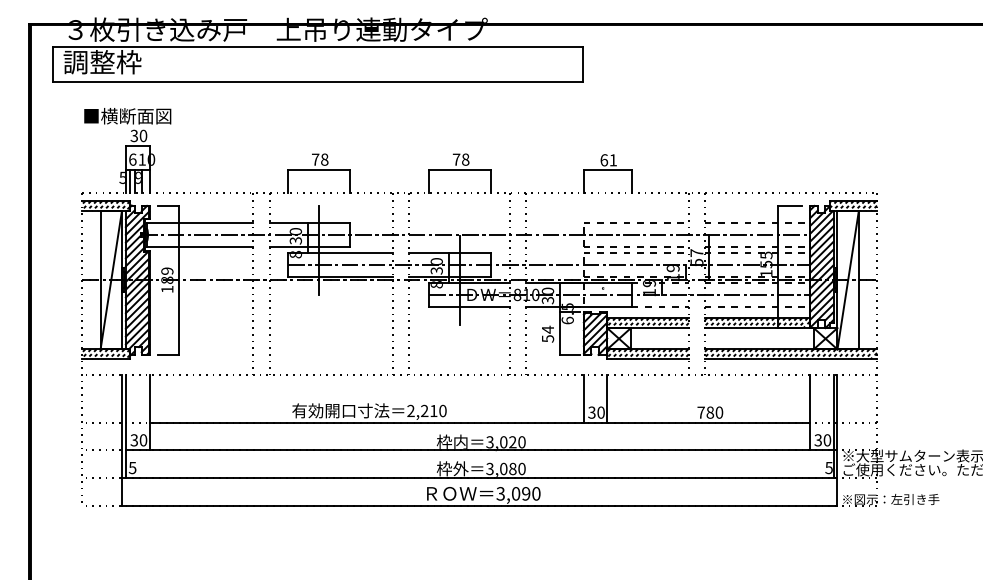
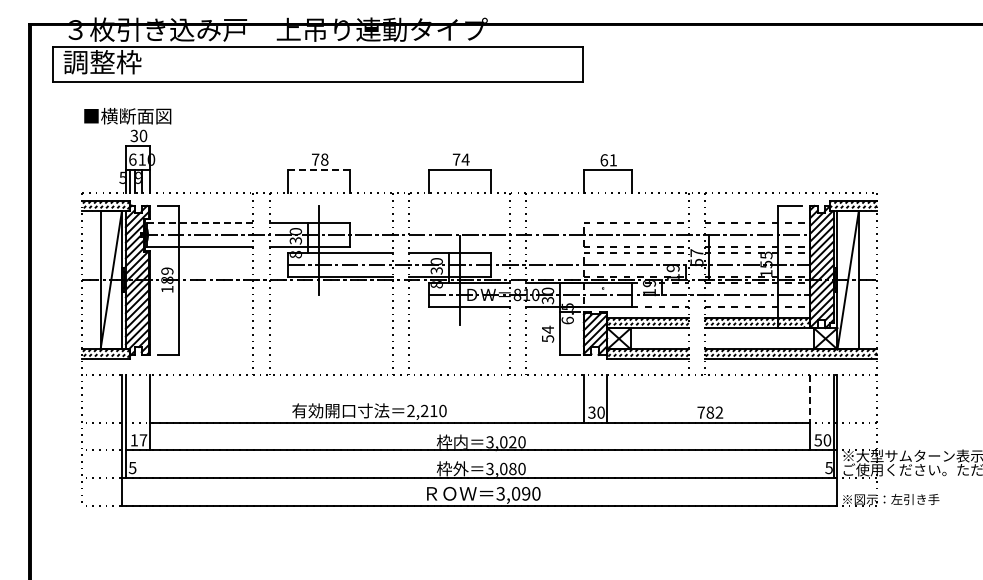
text at (465, 159): 78 -> 74
line at (319, 169): solid -> dashed
line at (199, 223): solid -> dashed
line at (809, 398): solid -> dashed
text at (719, 412): 780 -> 782
text at (818, 439): 30 -> 50
text at (138, 440): 30 -> 17
